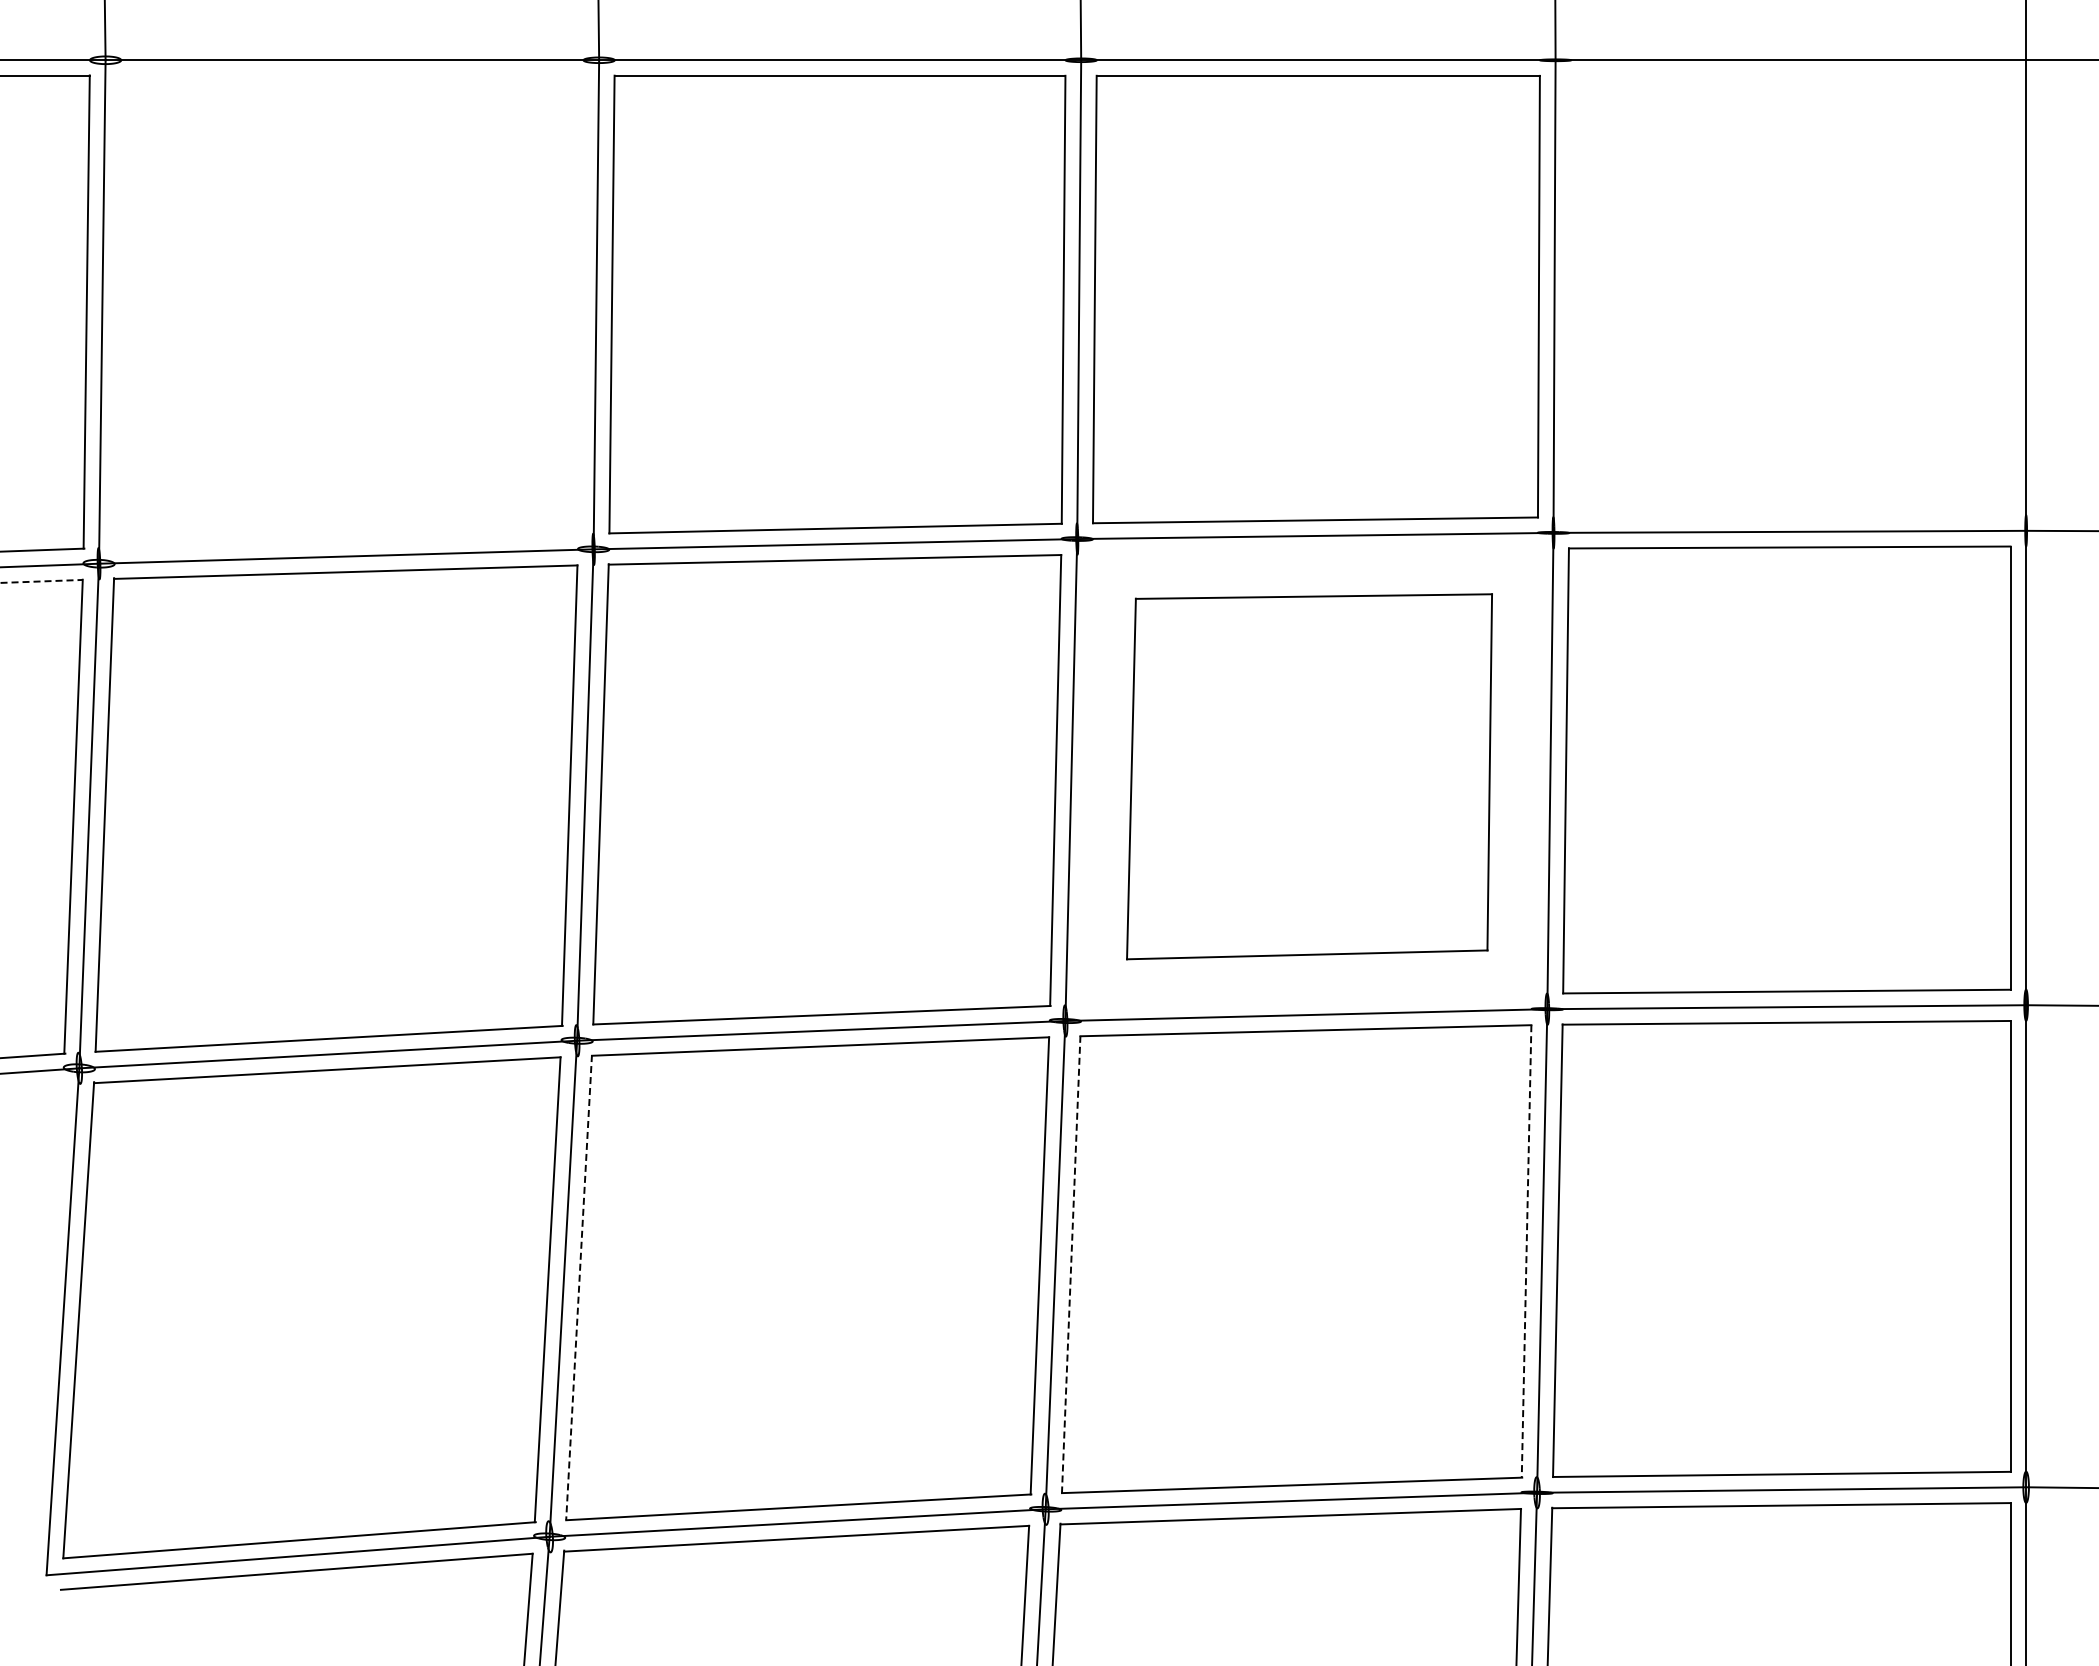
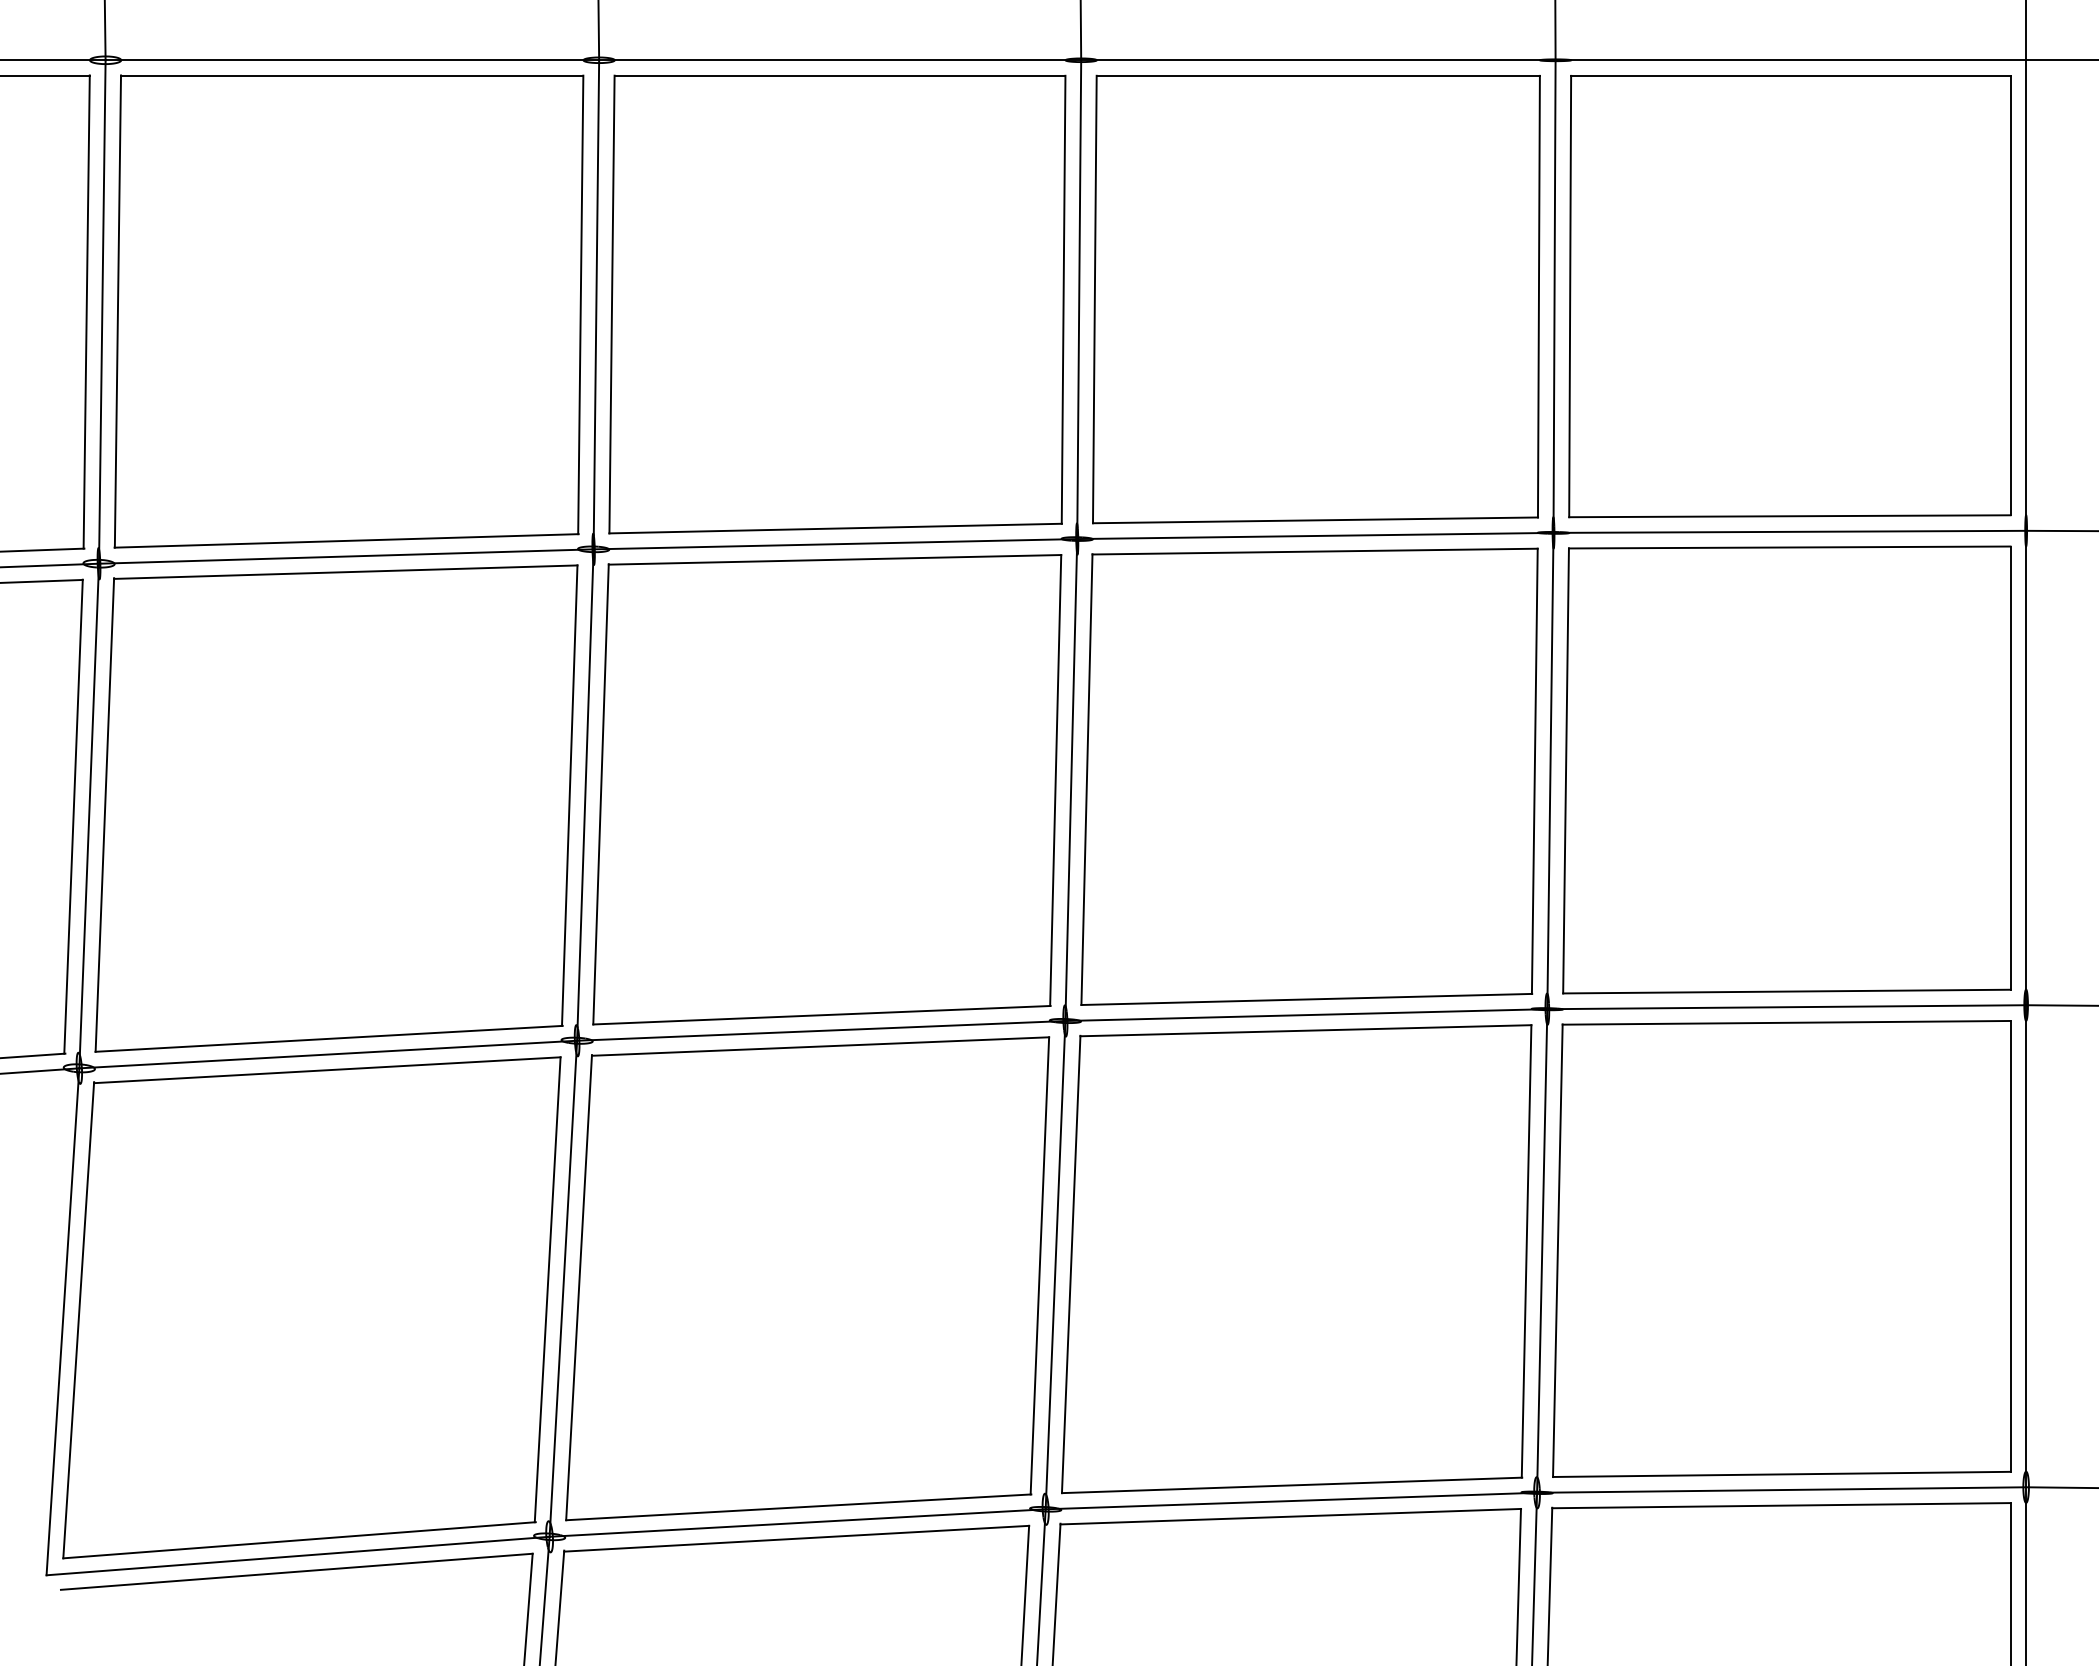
part at (1789, 296): none -> present
part at (348, 311): none -> present
line at (41, 581): dashed -> solid
part at (1309, 776) size: 367x368 px -> 459x459 px
line at (1526, 1251): dashed -> solid
line at (1071, 1264): dashed -> solid
line at (579, 1287): dashed -> solid
